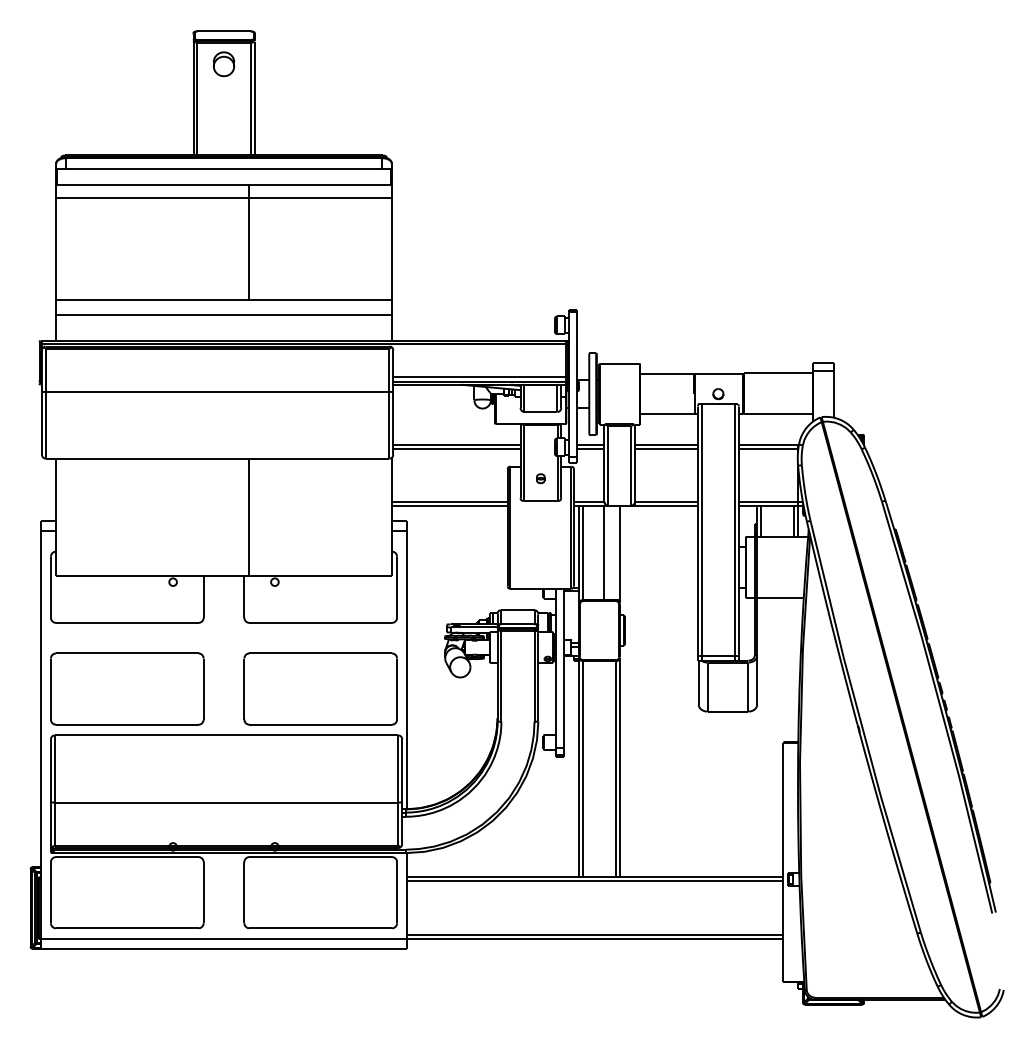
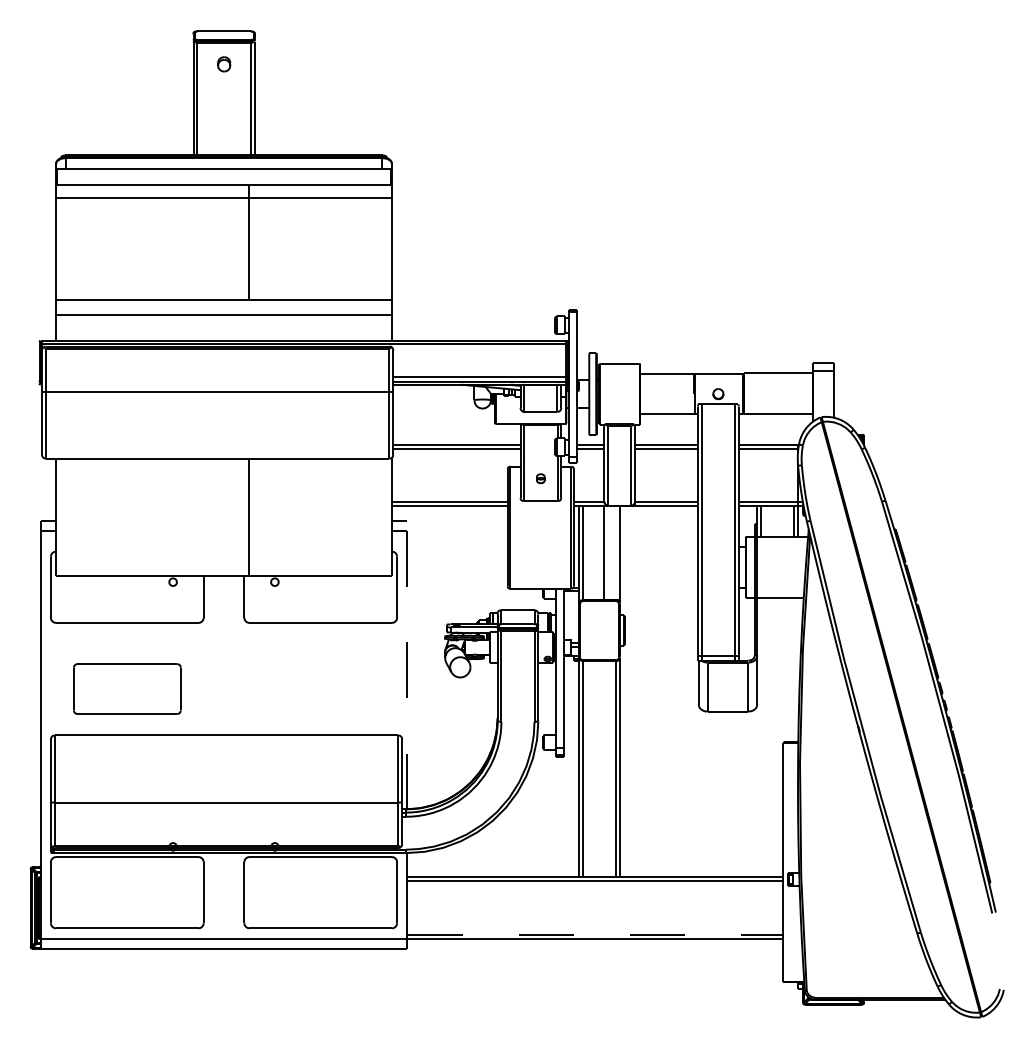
part at (224, 64) size: 23x27 px -> 15x17 px
line at (407, 664): solid -> dashed
part at (127, 688) size: 155x74 px -> 109x52 px
part at (320, 688): present -> none
line at (595, 934): solid -> dashed
